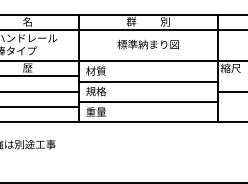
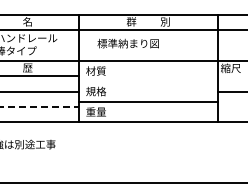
text at (147, 44) position: (147, 44) -> (127, 43)
line at (148, 81): present -> none
line at (40, 107): solid -> dashed
